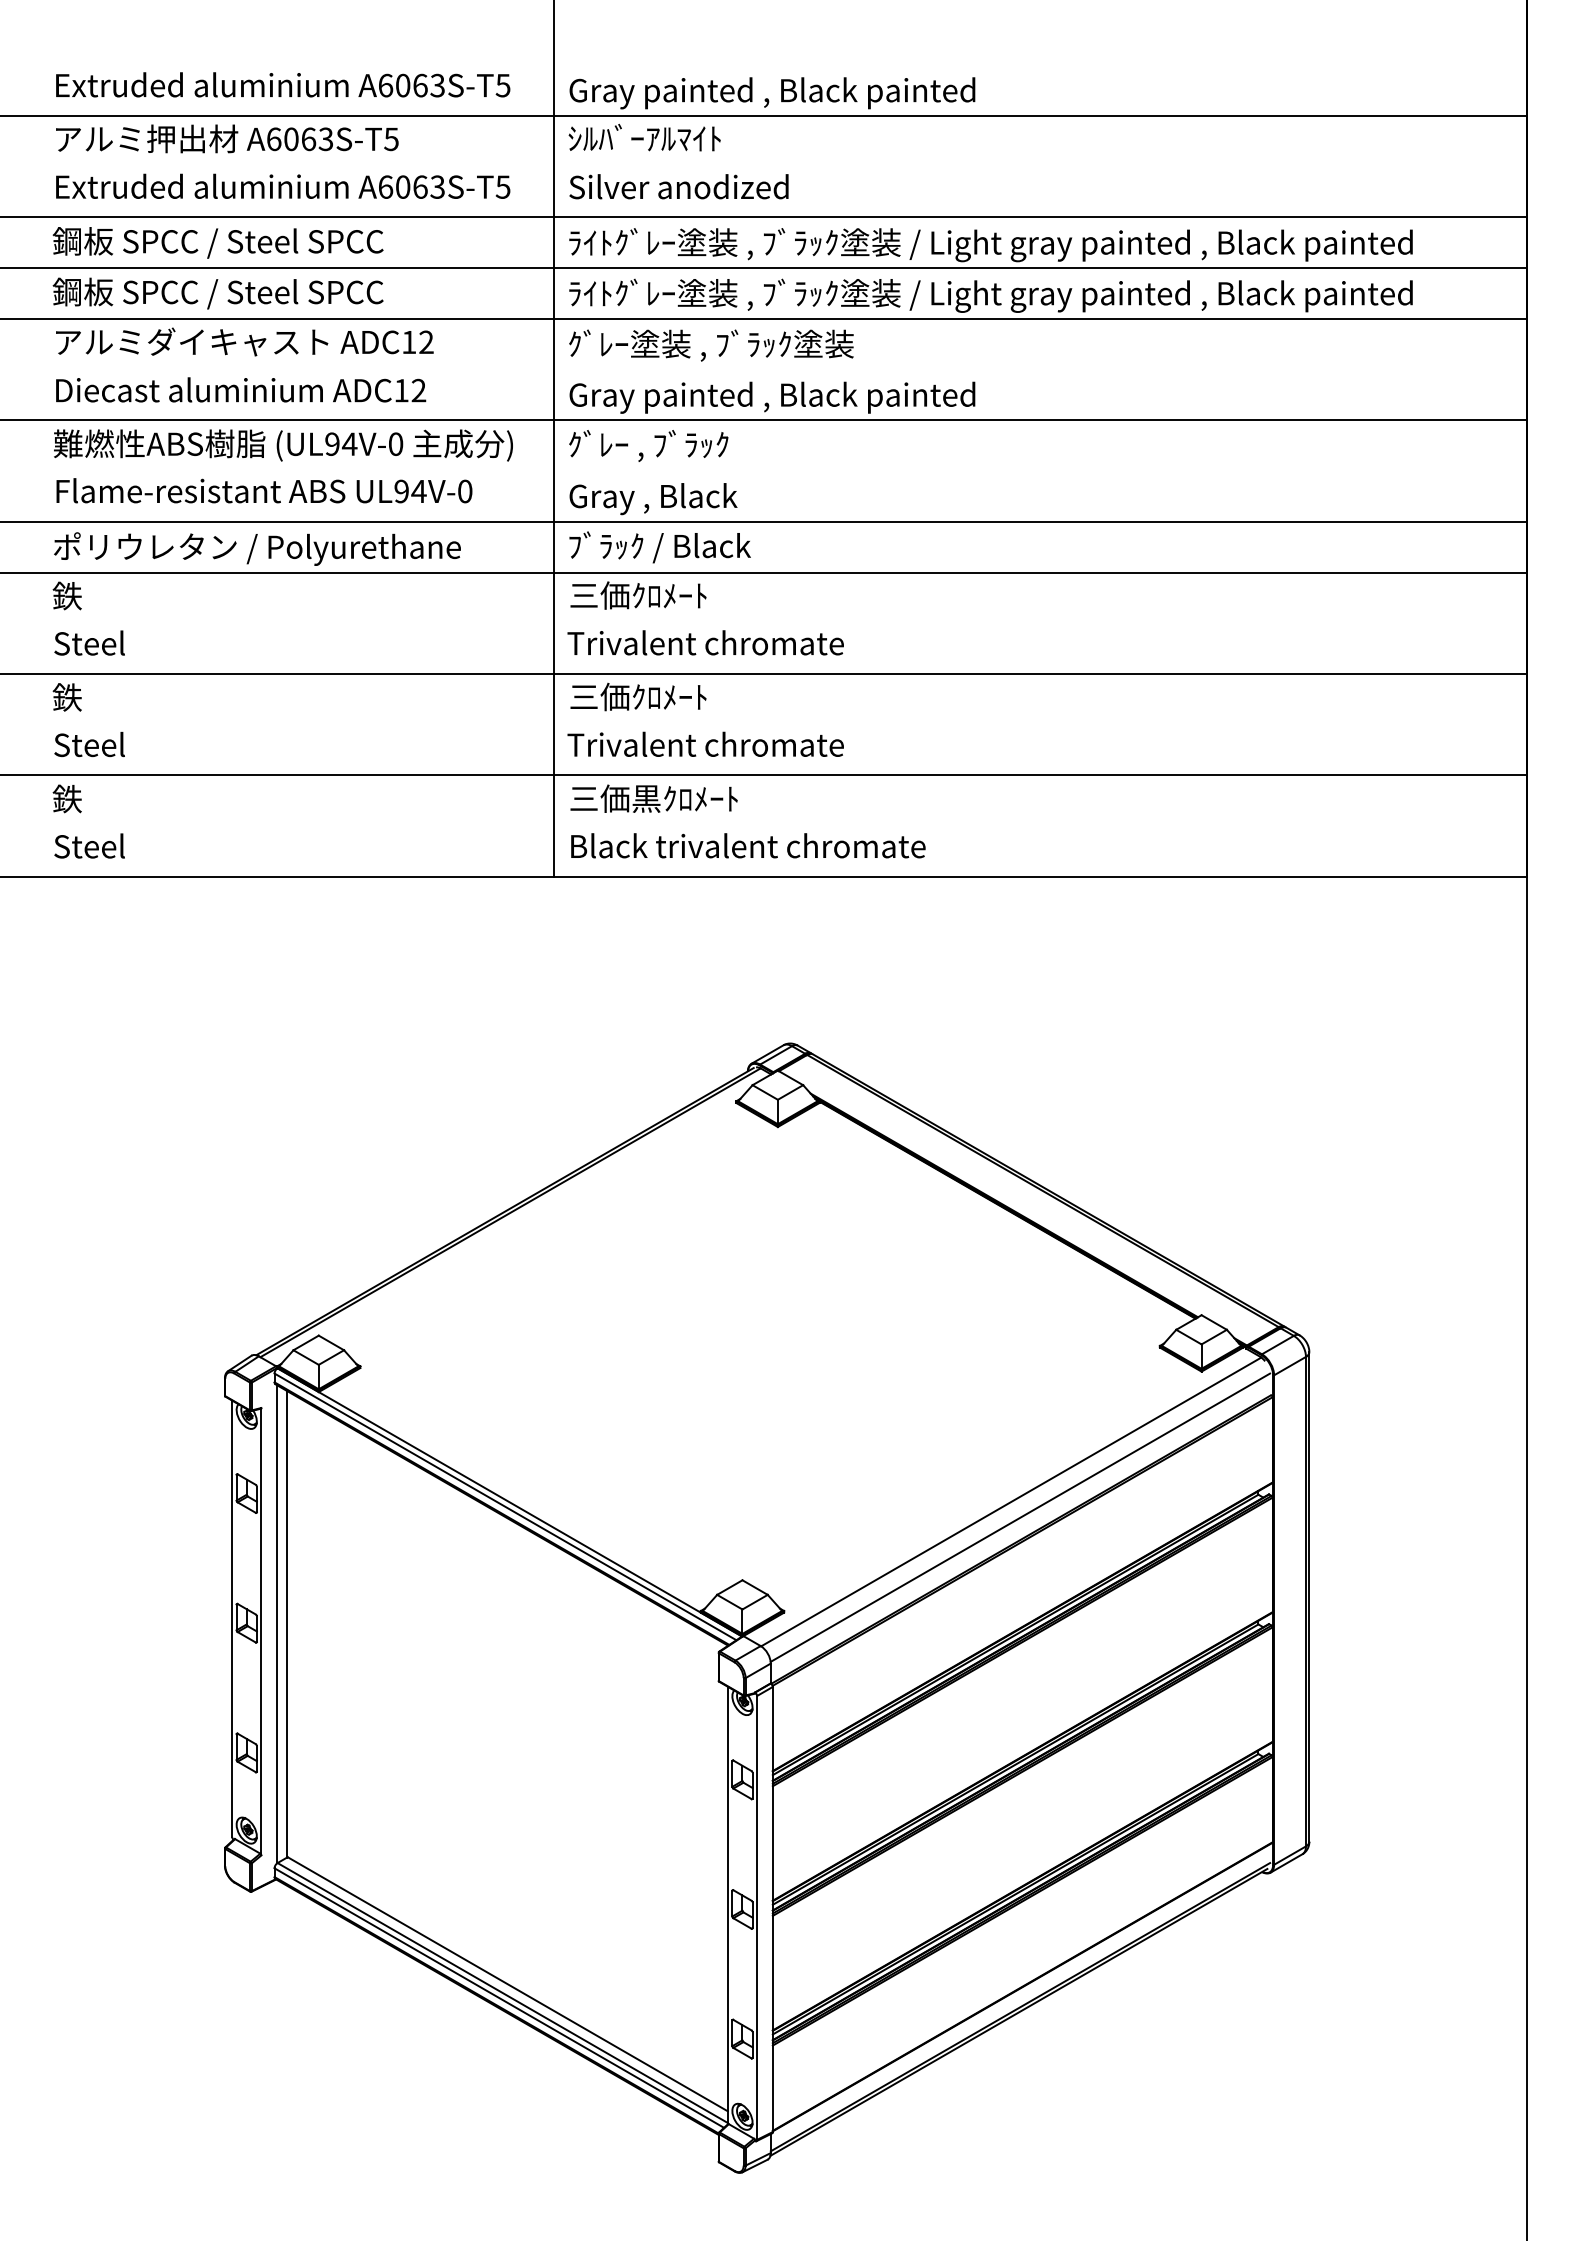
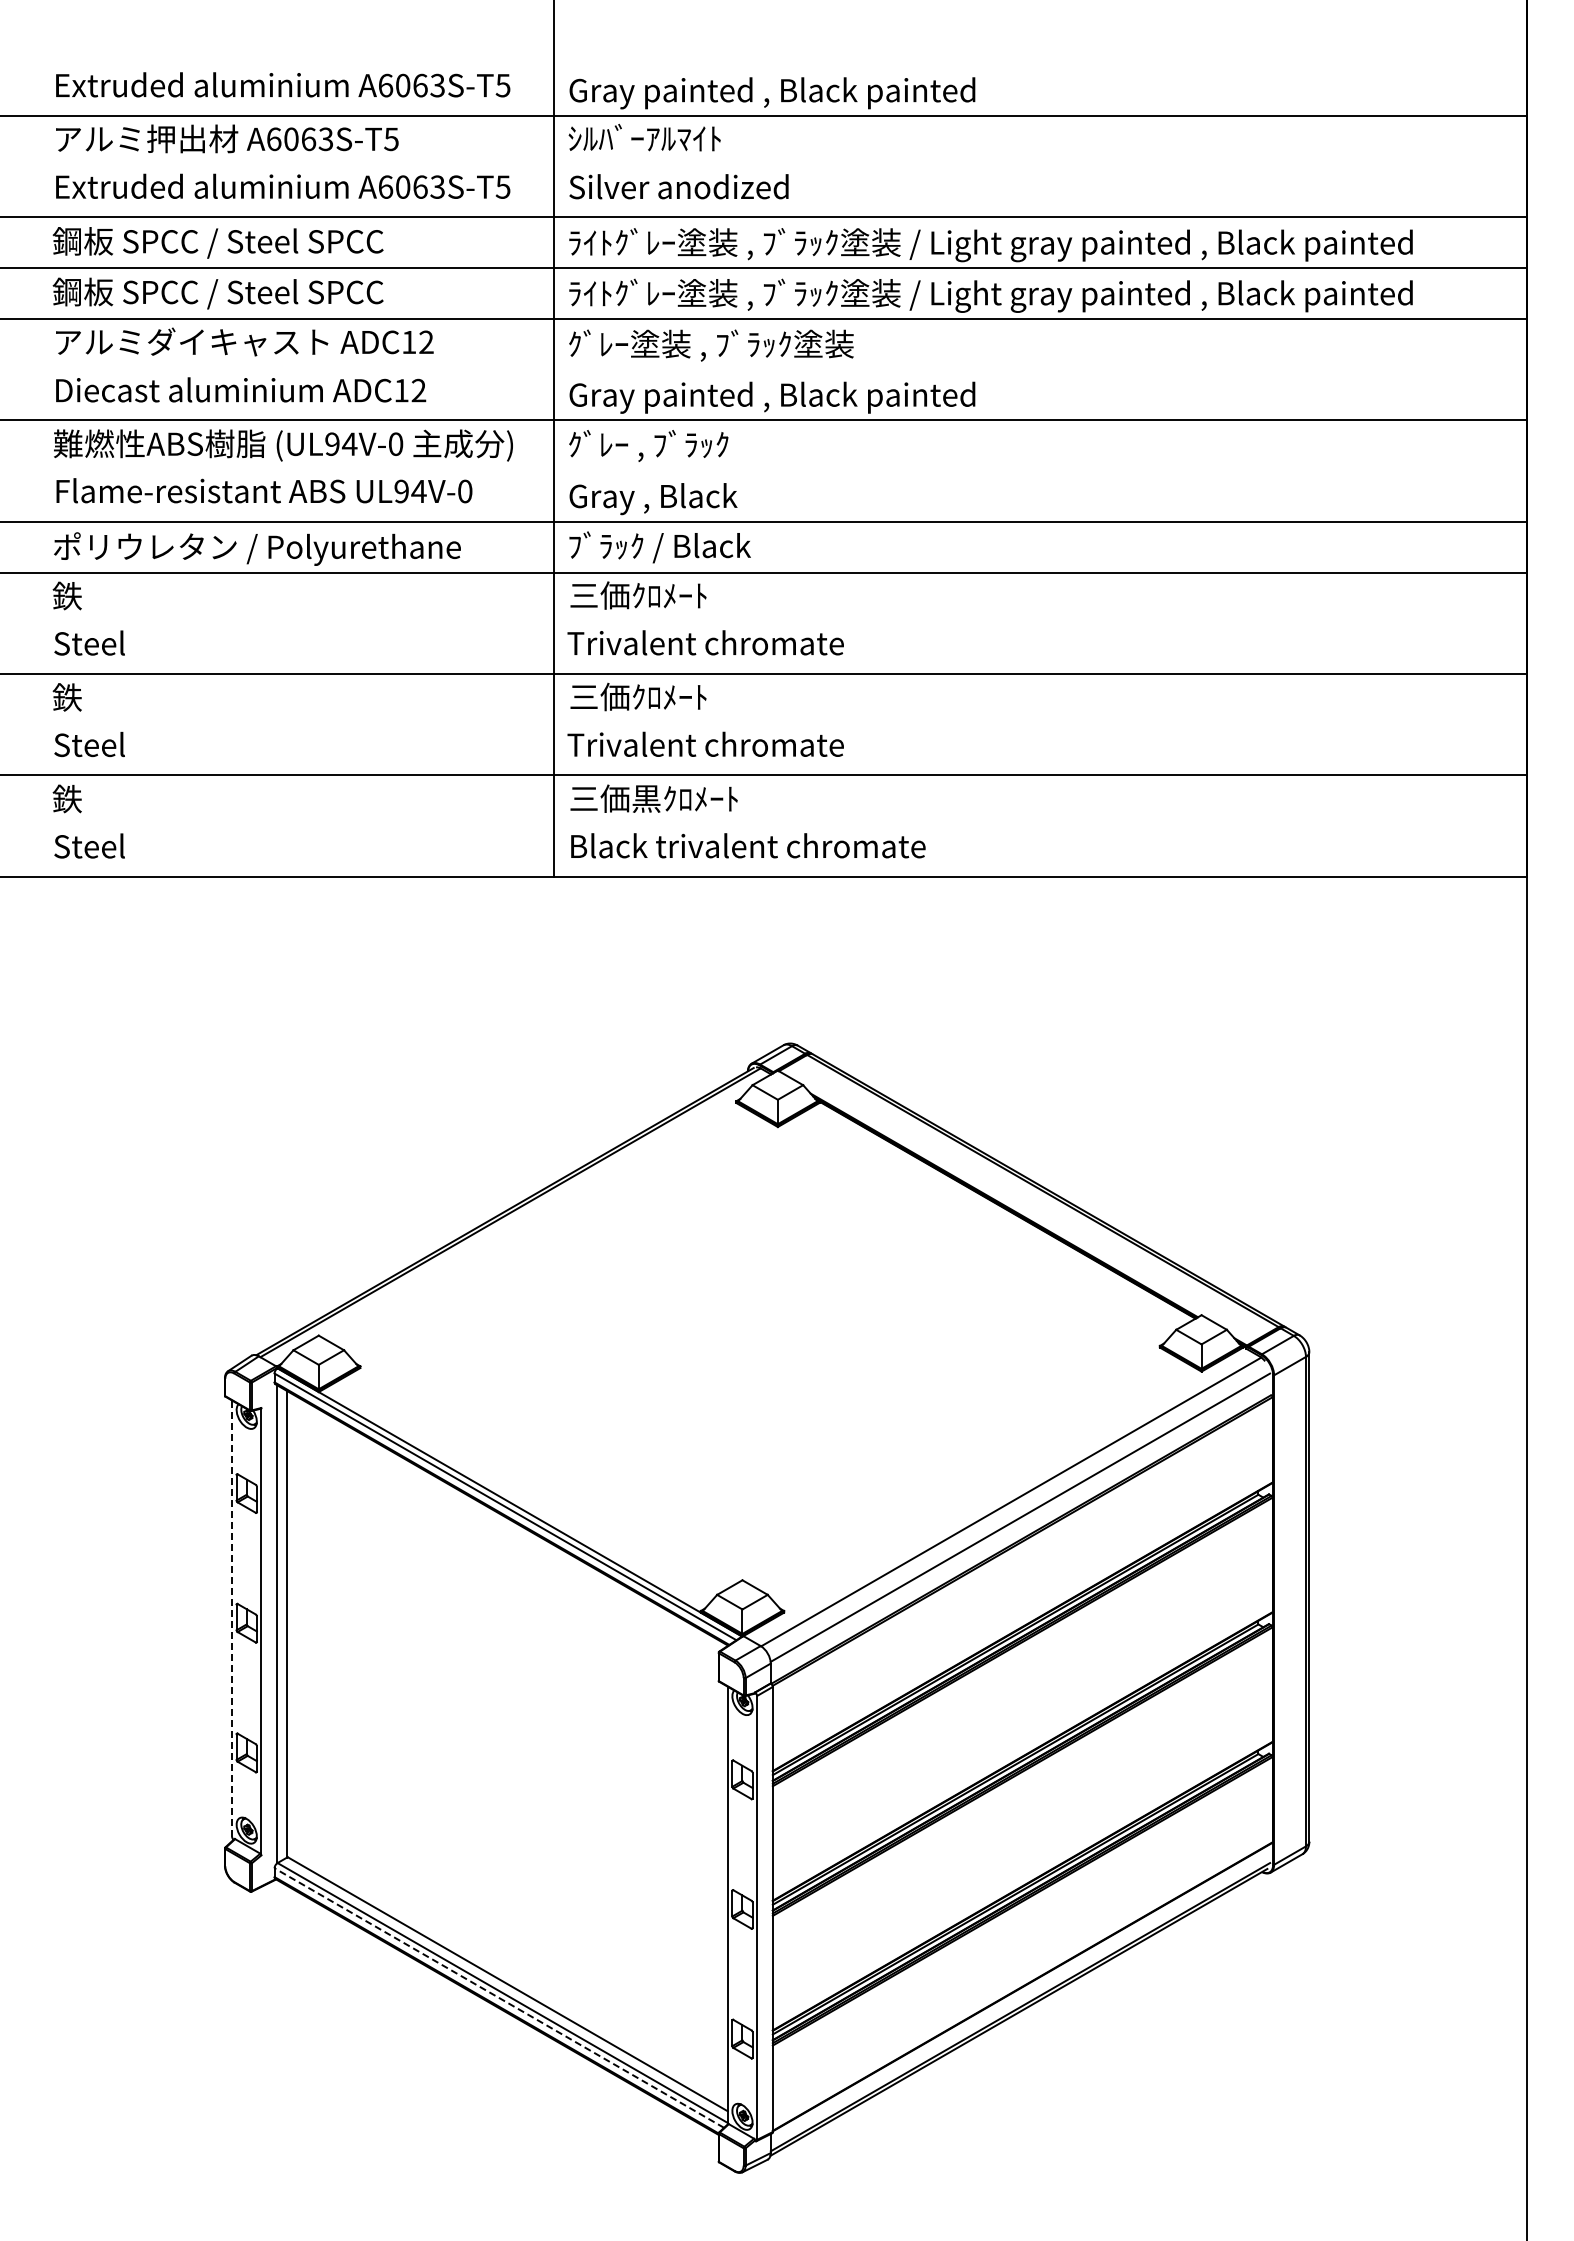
line at (232, 1618): solid -> dashed
line at (499, 1998): solid -> dashed
